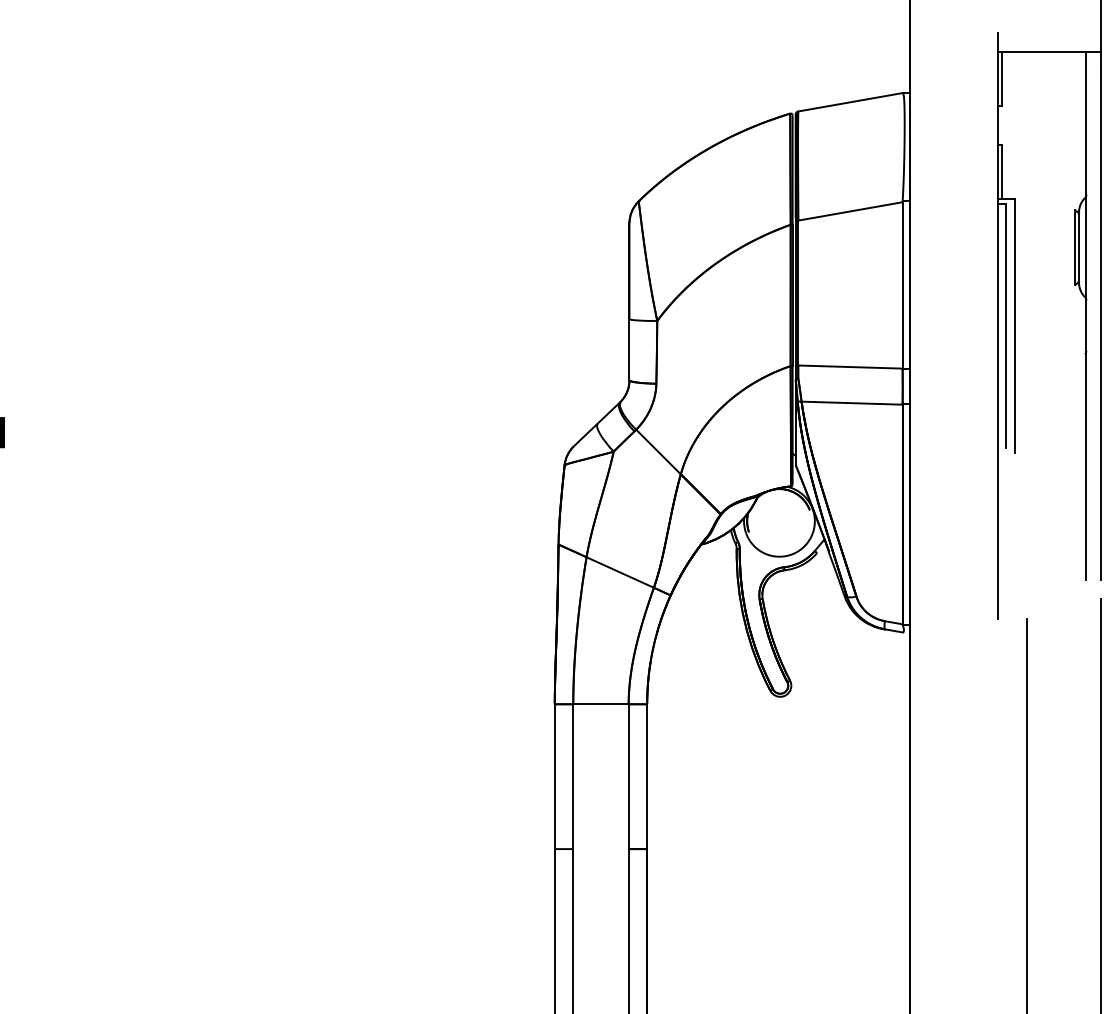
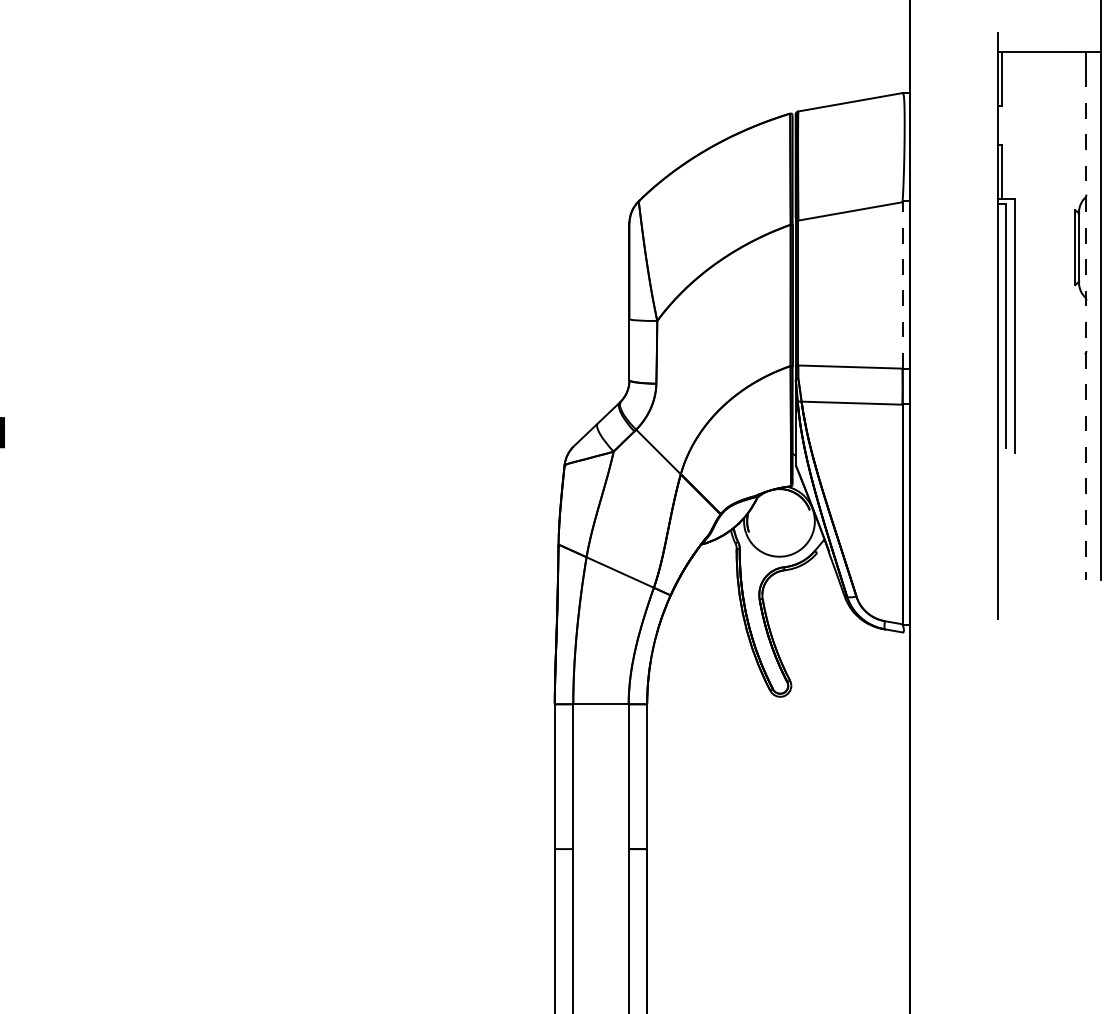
line at (902, 284): solid -> dashed
line at (1086, 326): solid -> dashed
line at (1101, 804): present -> none
line at (1026, 814): present -> none
